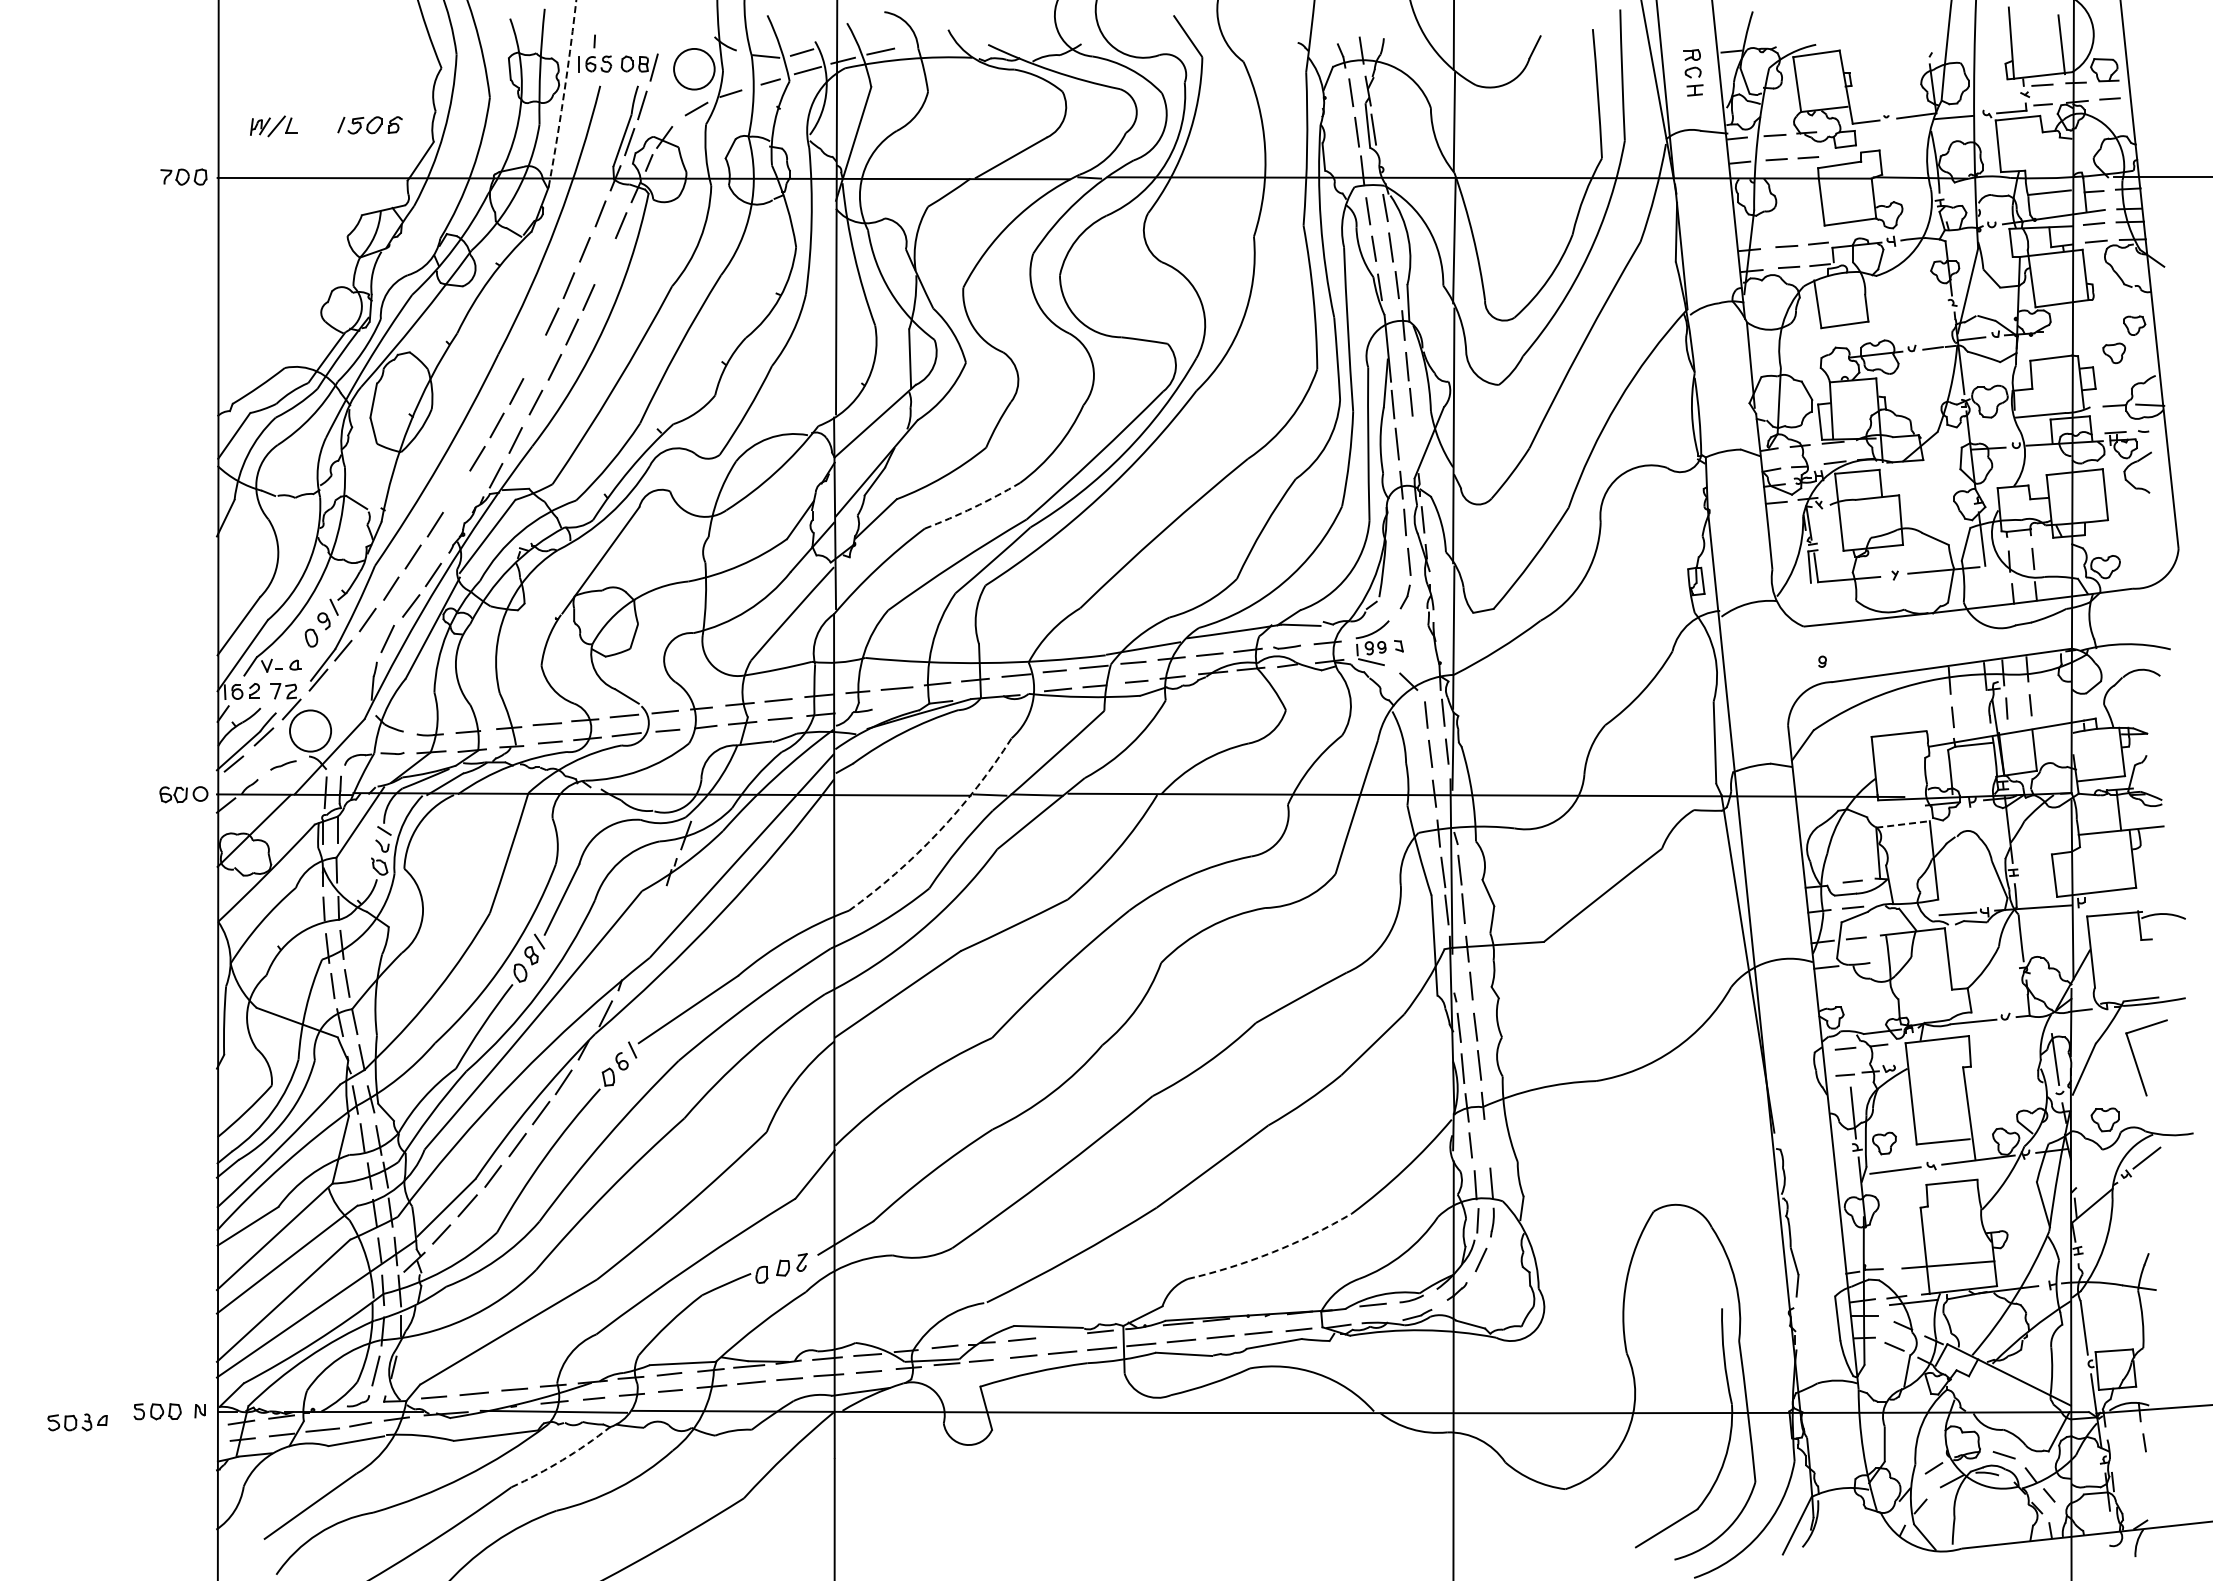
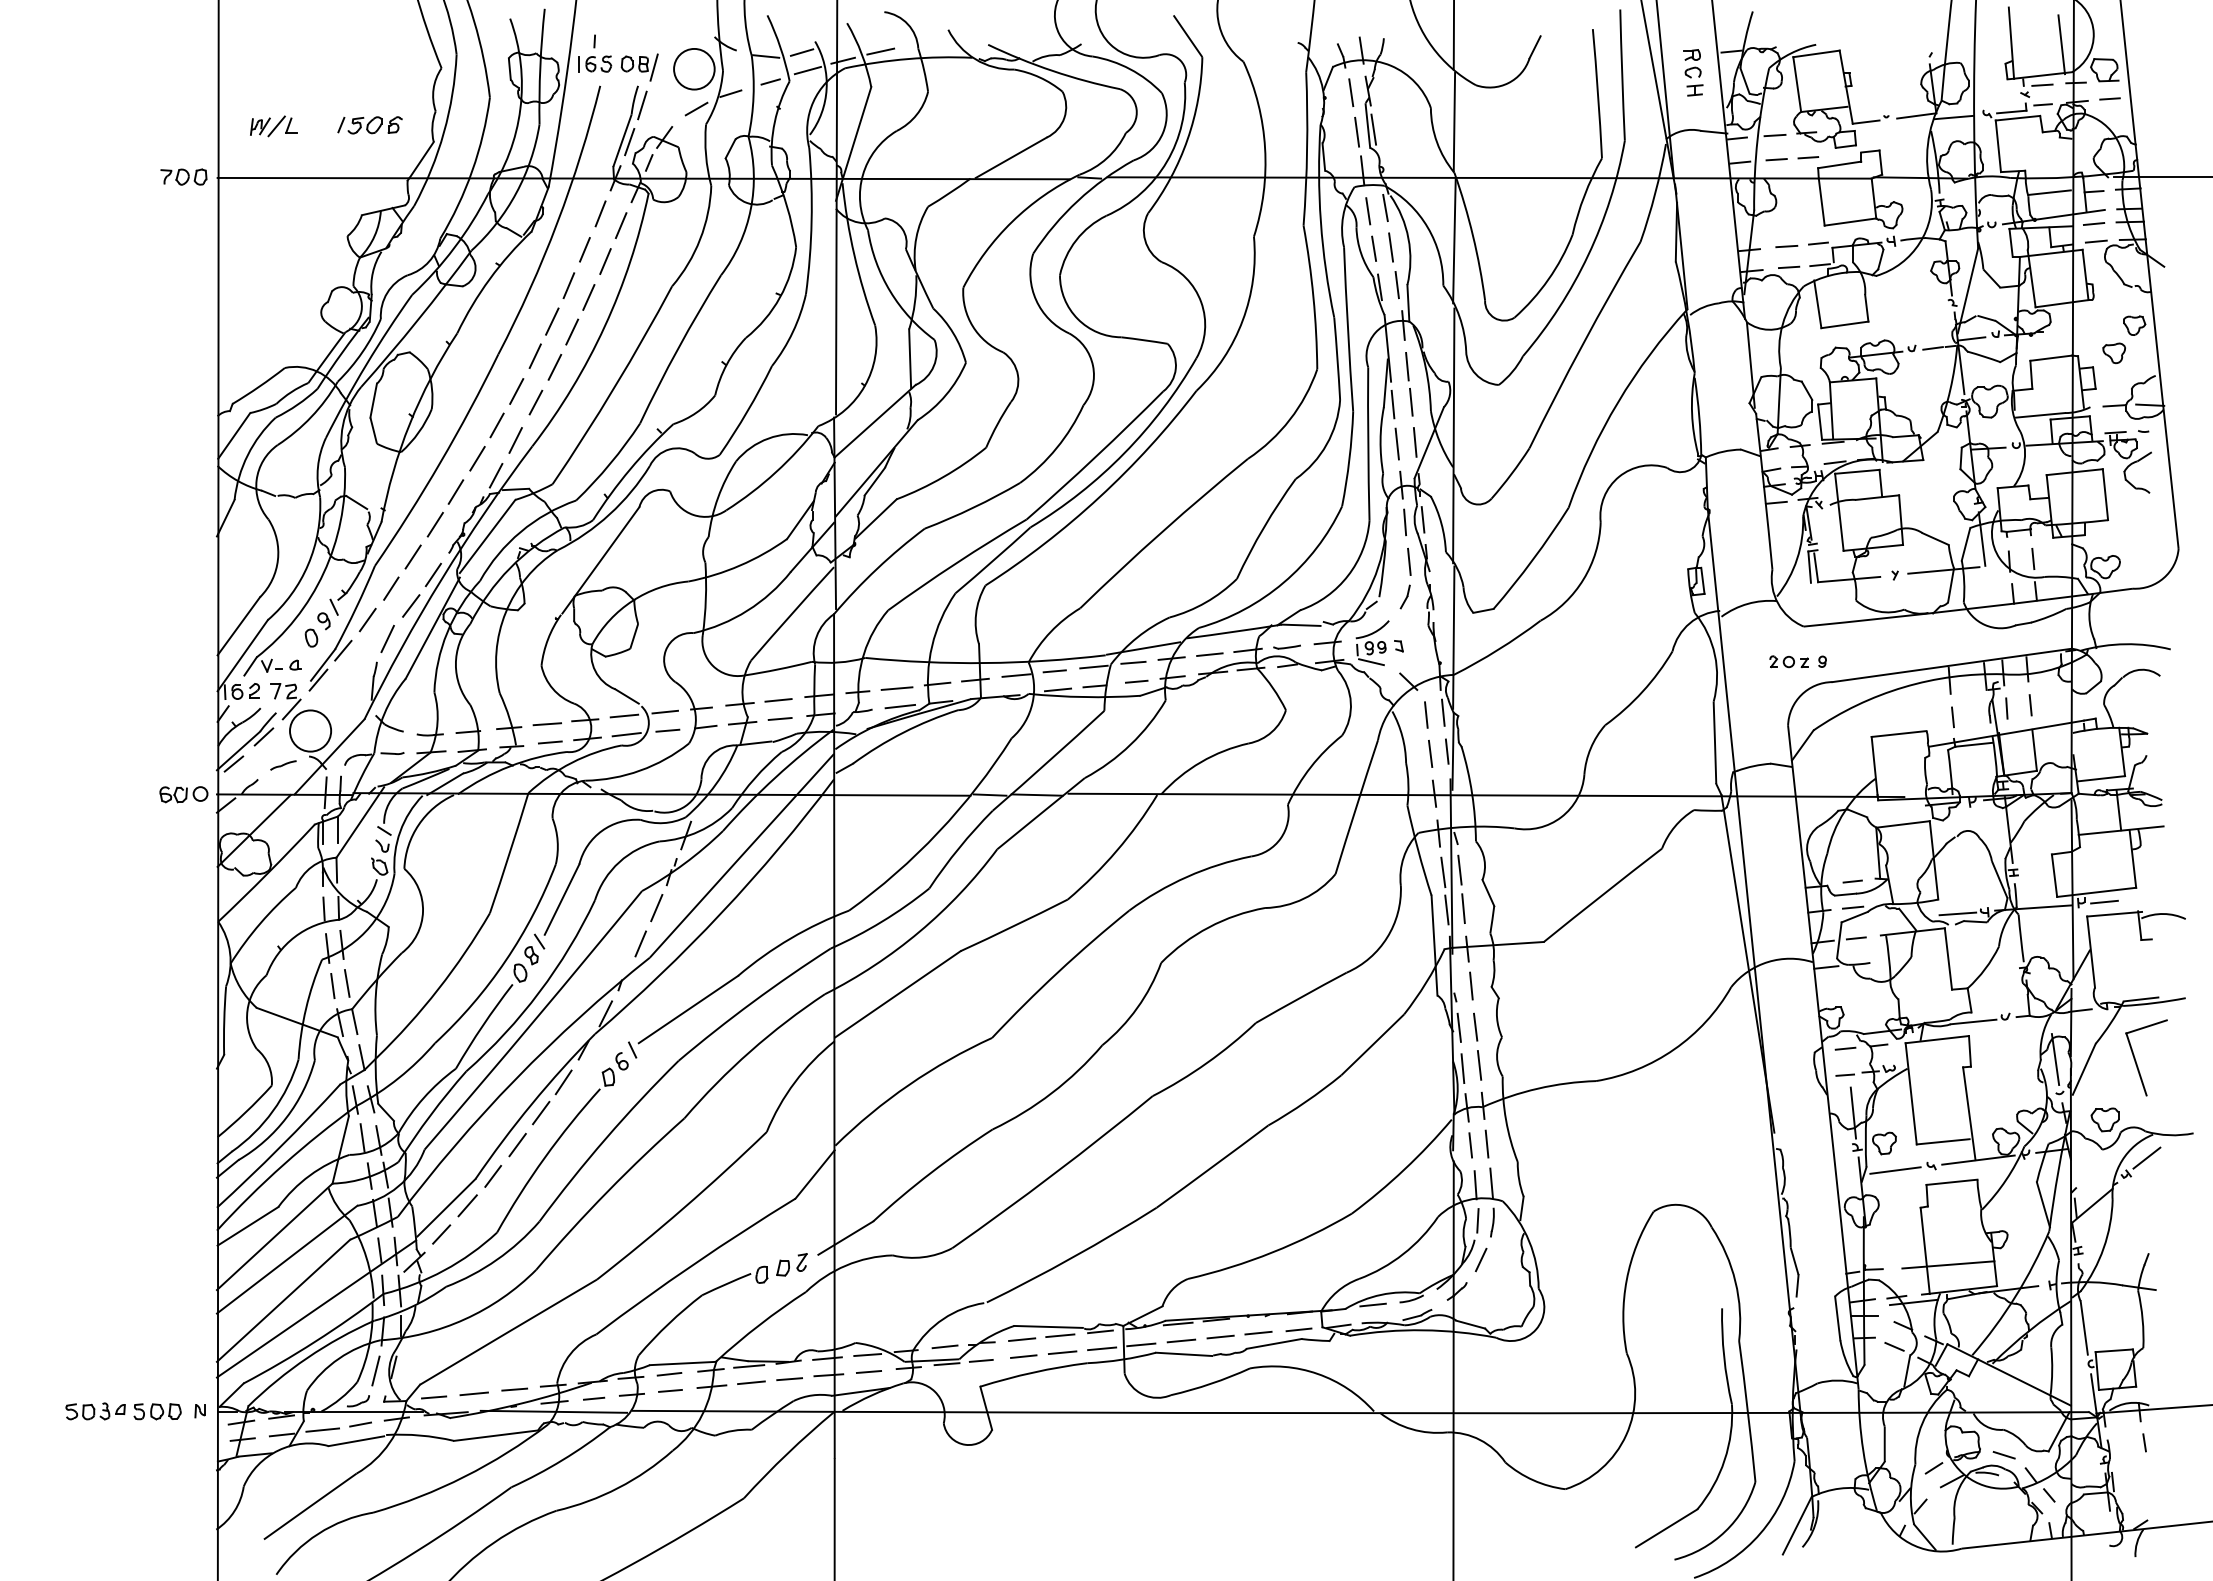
arc at (564, 93): dashed -> solid
line at (605, 261): none -> present
line at (534, 356): none -> present
line at (1414, 442): none -> present
line at (455, 491): none -> present
arc at (973, 507): dashed -> solid
part at (1788, 661): none -> present
line at (900, 706): none -> present
line at (1903, 824): dashed -> solid
arc at (938, 832): dashed -> solid
line at (2104, 901): none -> present
line at (656, 907): none -> present
line at (640, 943): none -> present
line at (1486, 1143): none -> present
arc at (1272, 1252): dashed -> solid
line at (1060, 1335): none -> present
part at (77, 1422) position: (77, 1422) -> (95, 1411)
arc at (562, 1460): dashed -> solid
